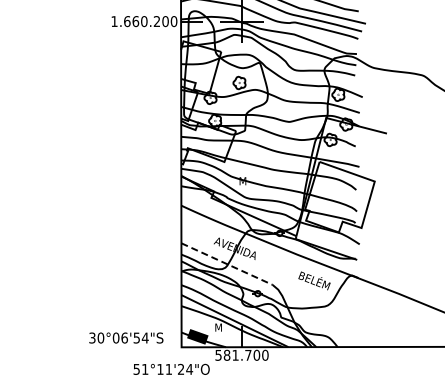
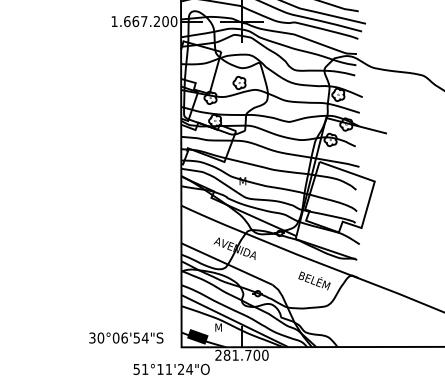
text at (144, 21): 1.660.200 -> 1.667.200
line at (227, 264): dashed -> solid
text at (218, 354): 581.700 -> 281.700
